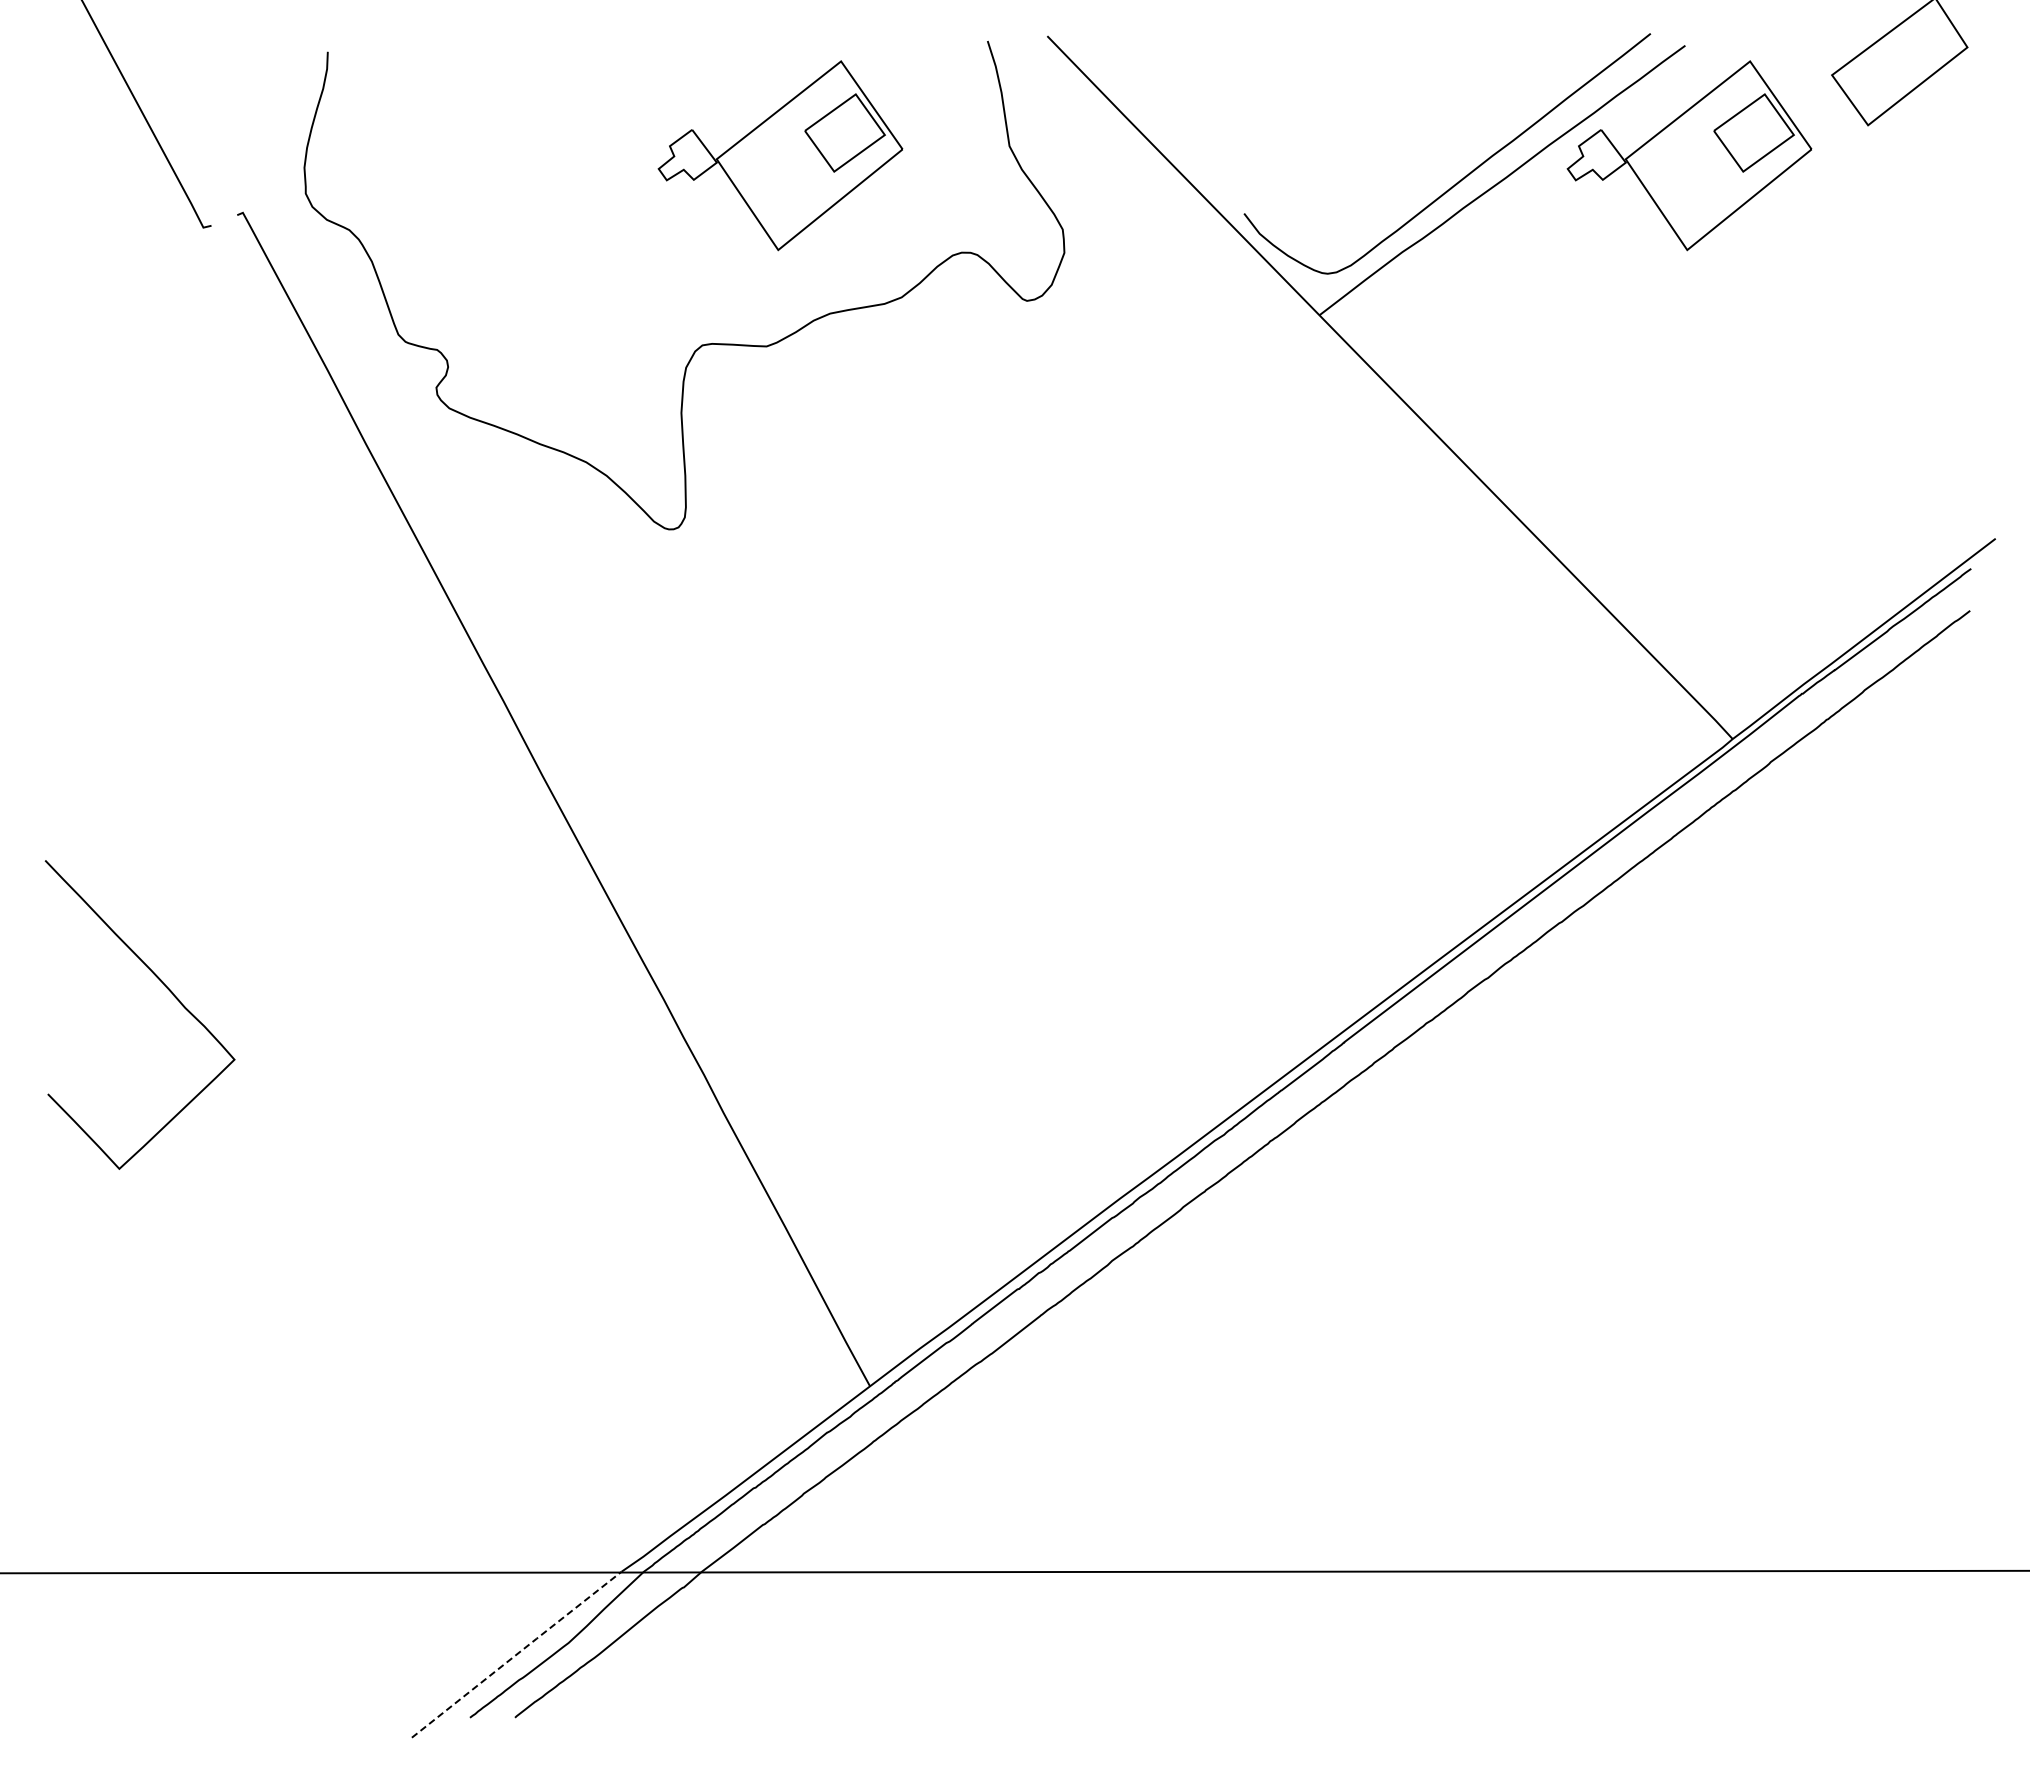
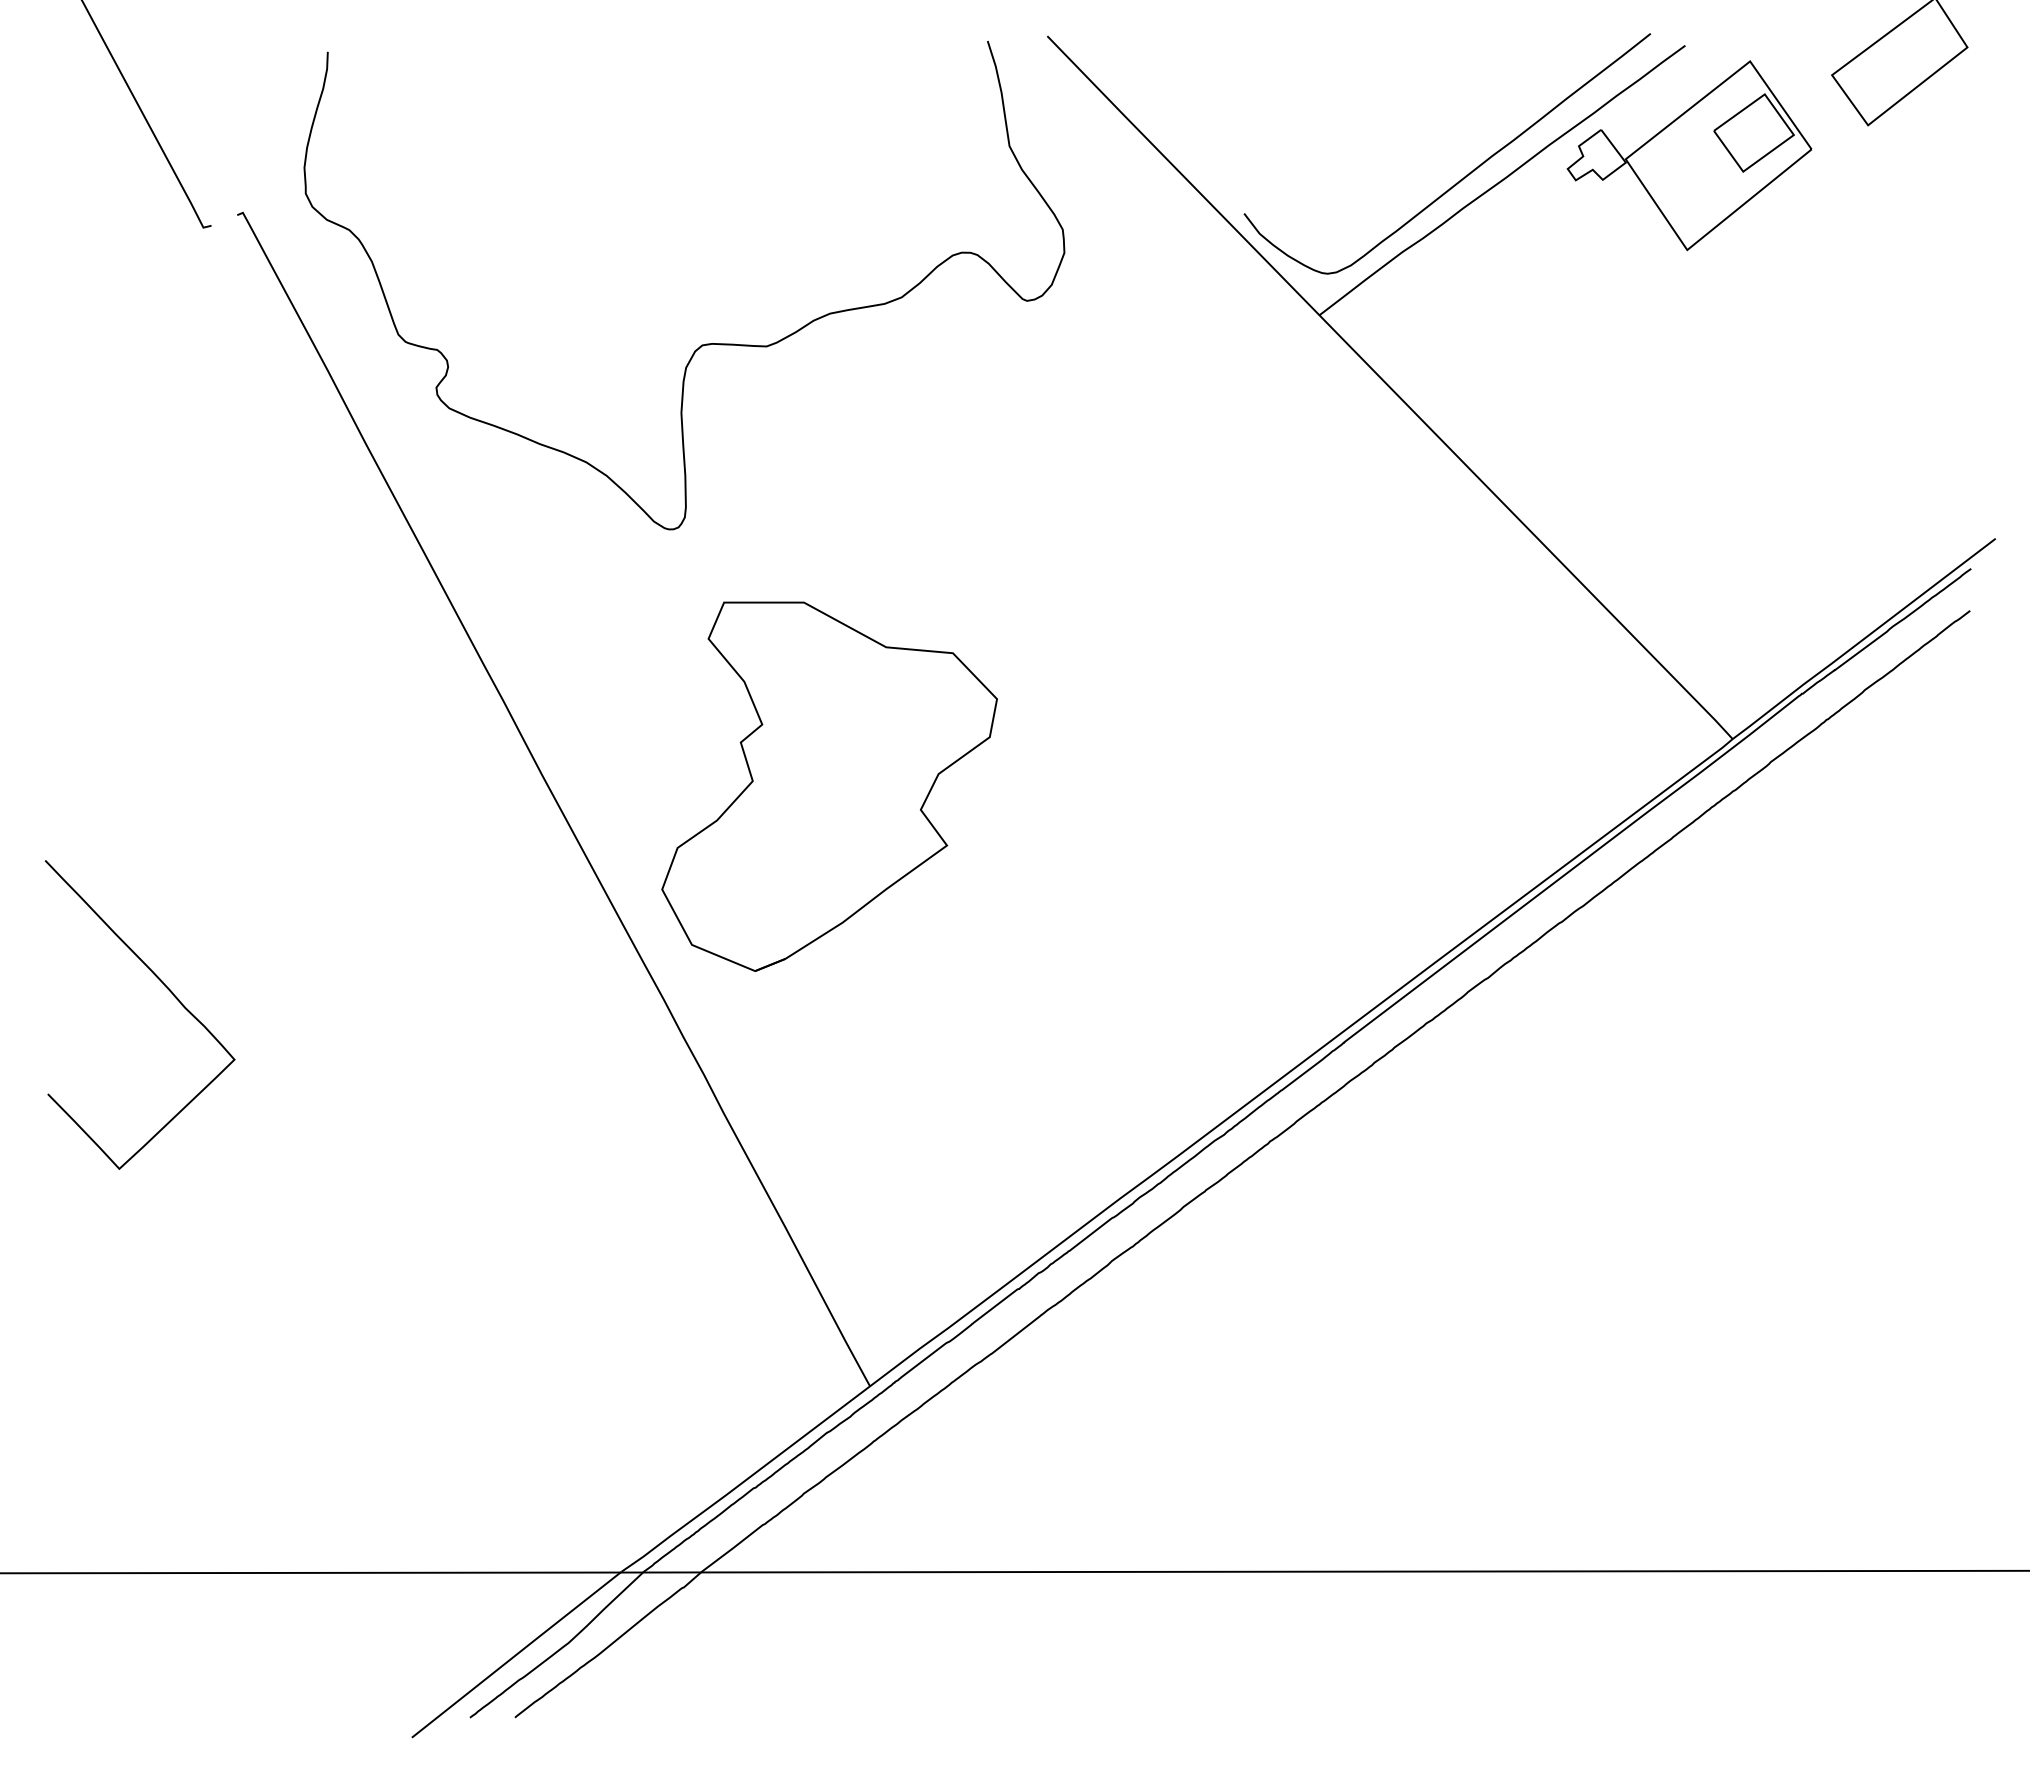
part at (780, 155): present -> none
part at (829, 786): none -> present
line at (517, 1654): dashed -> solid
